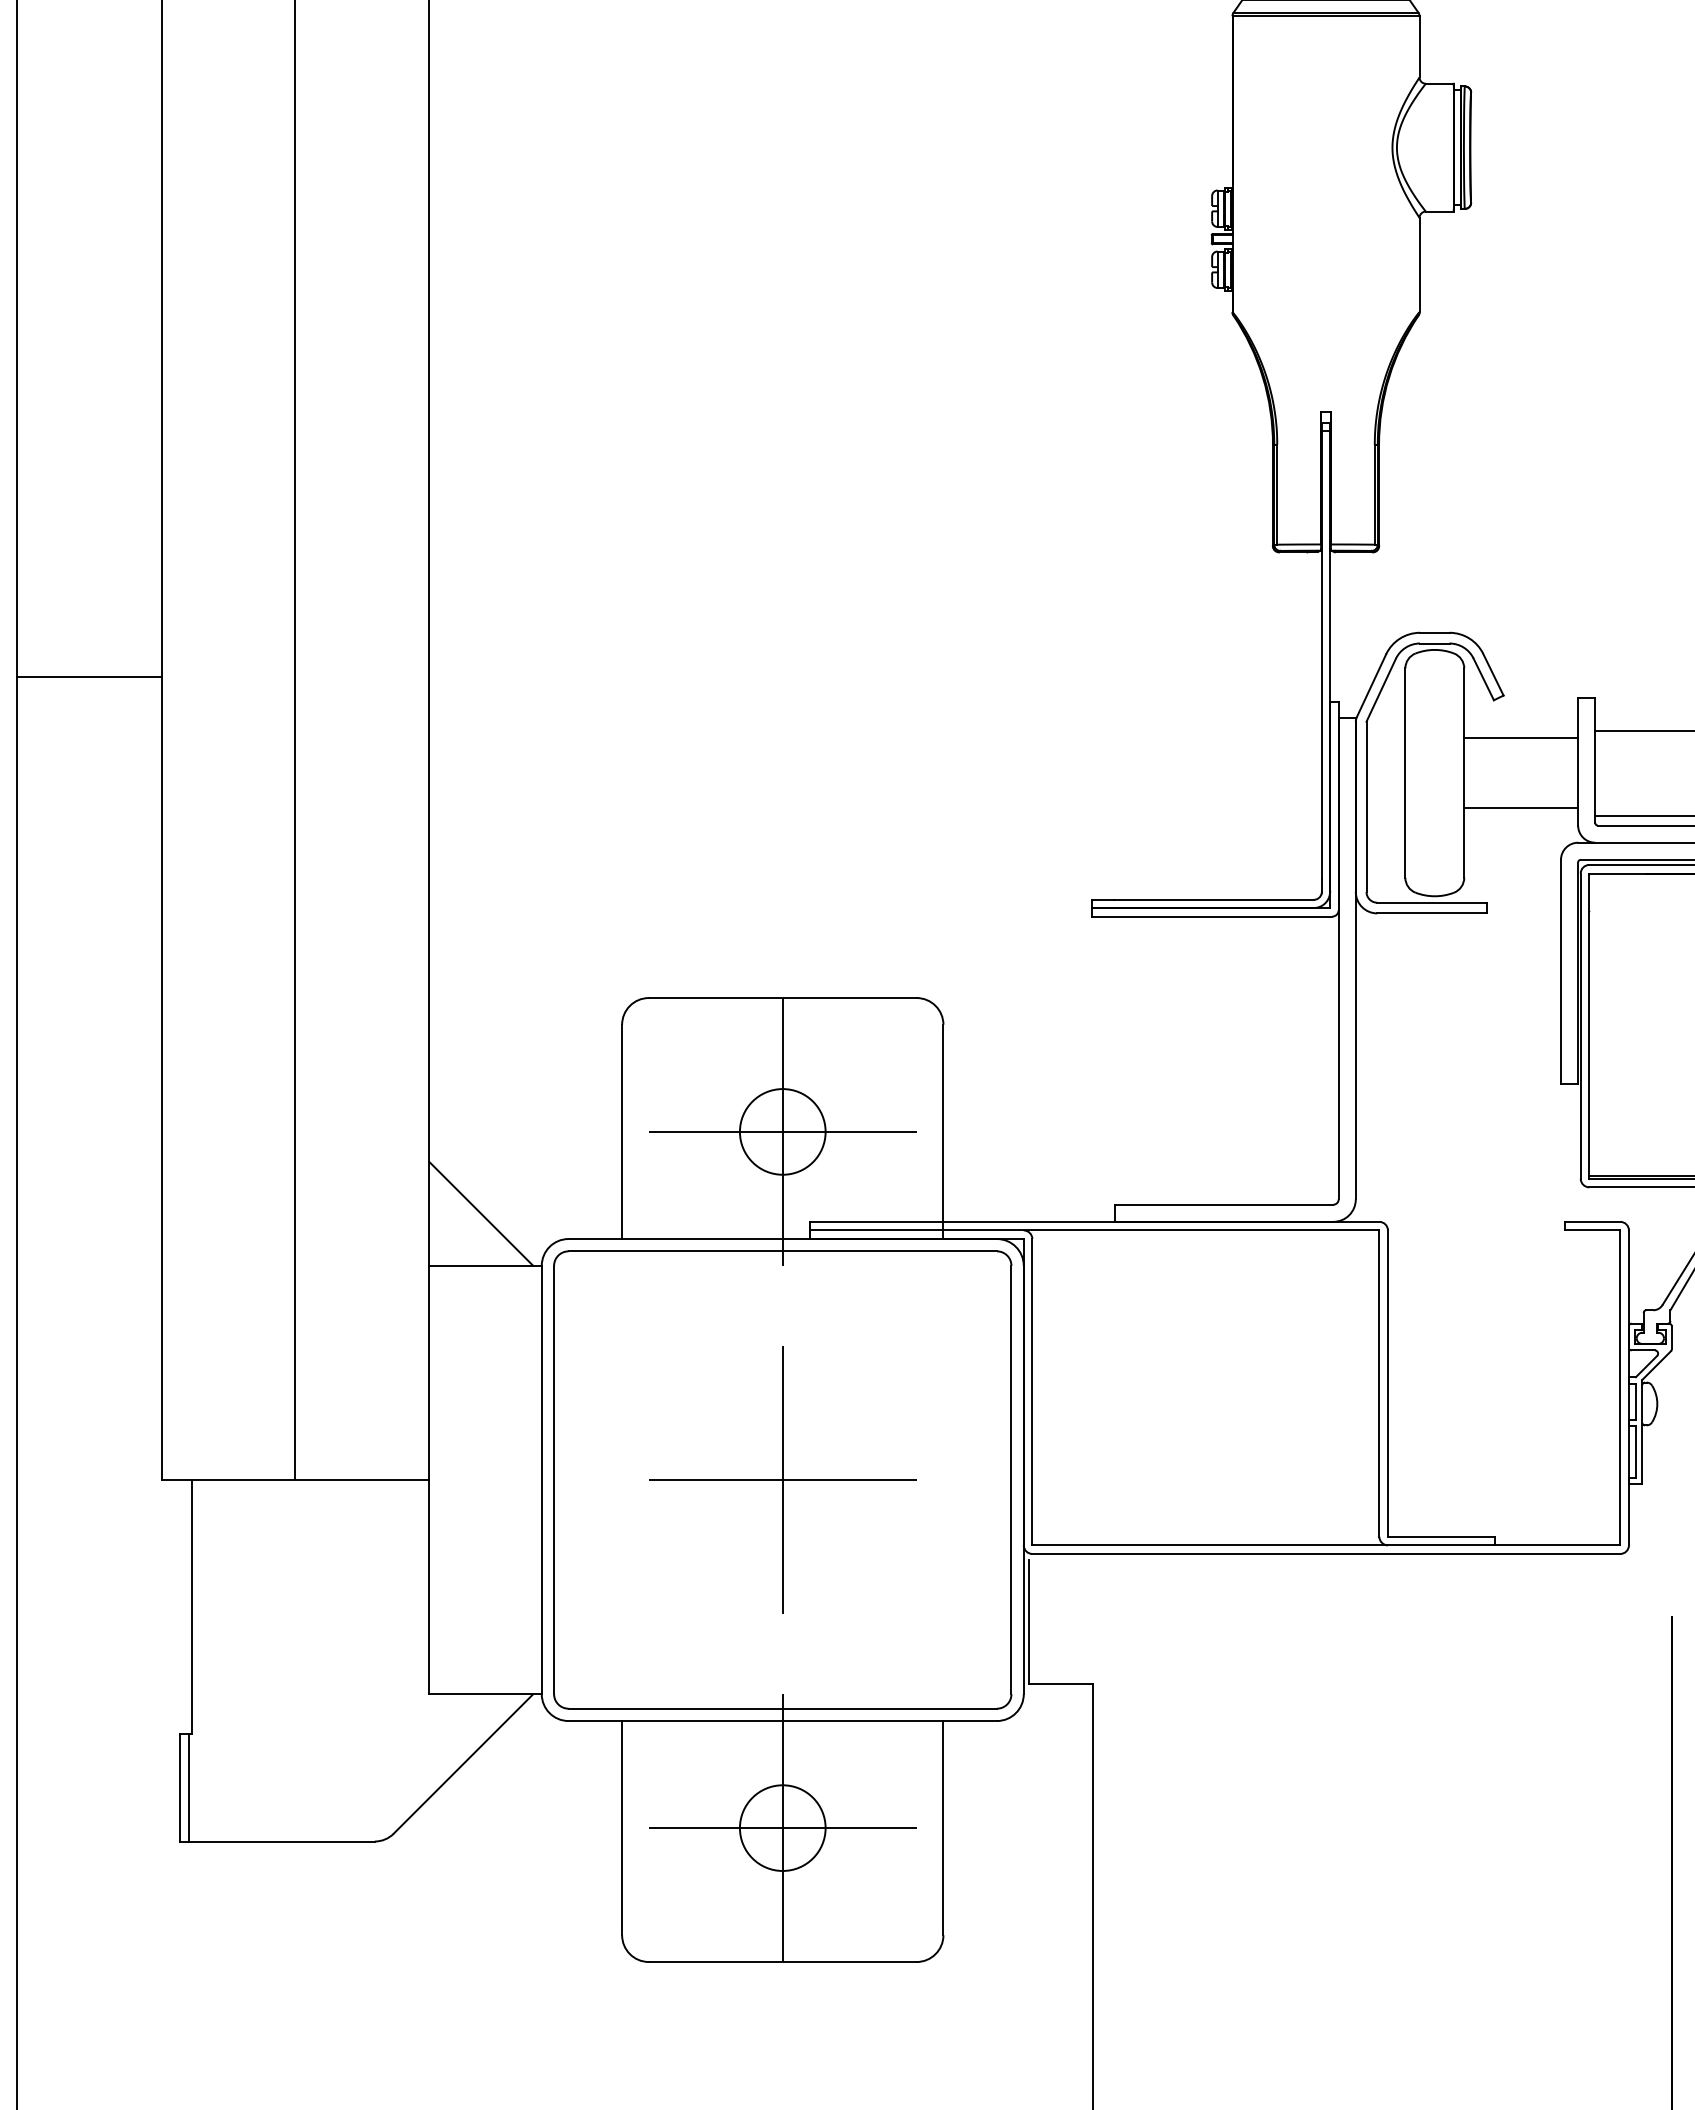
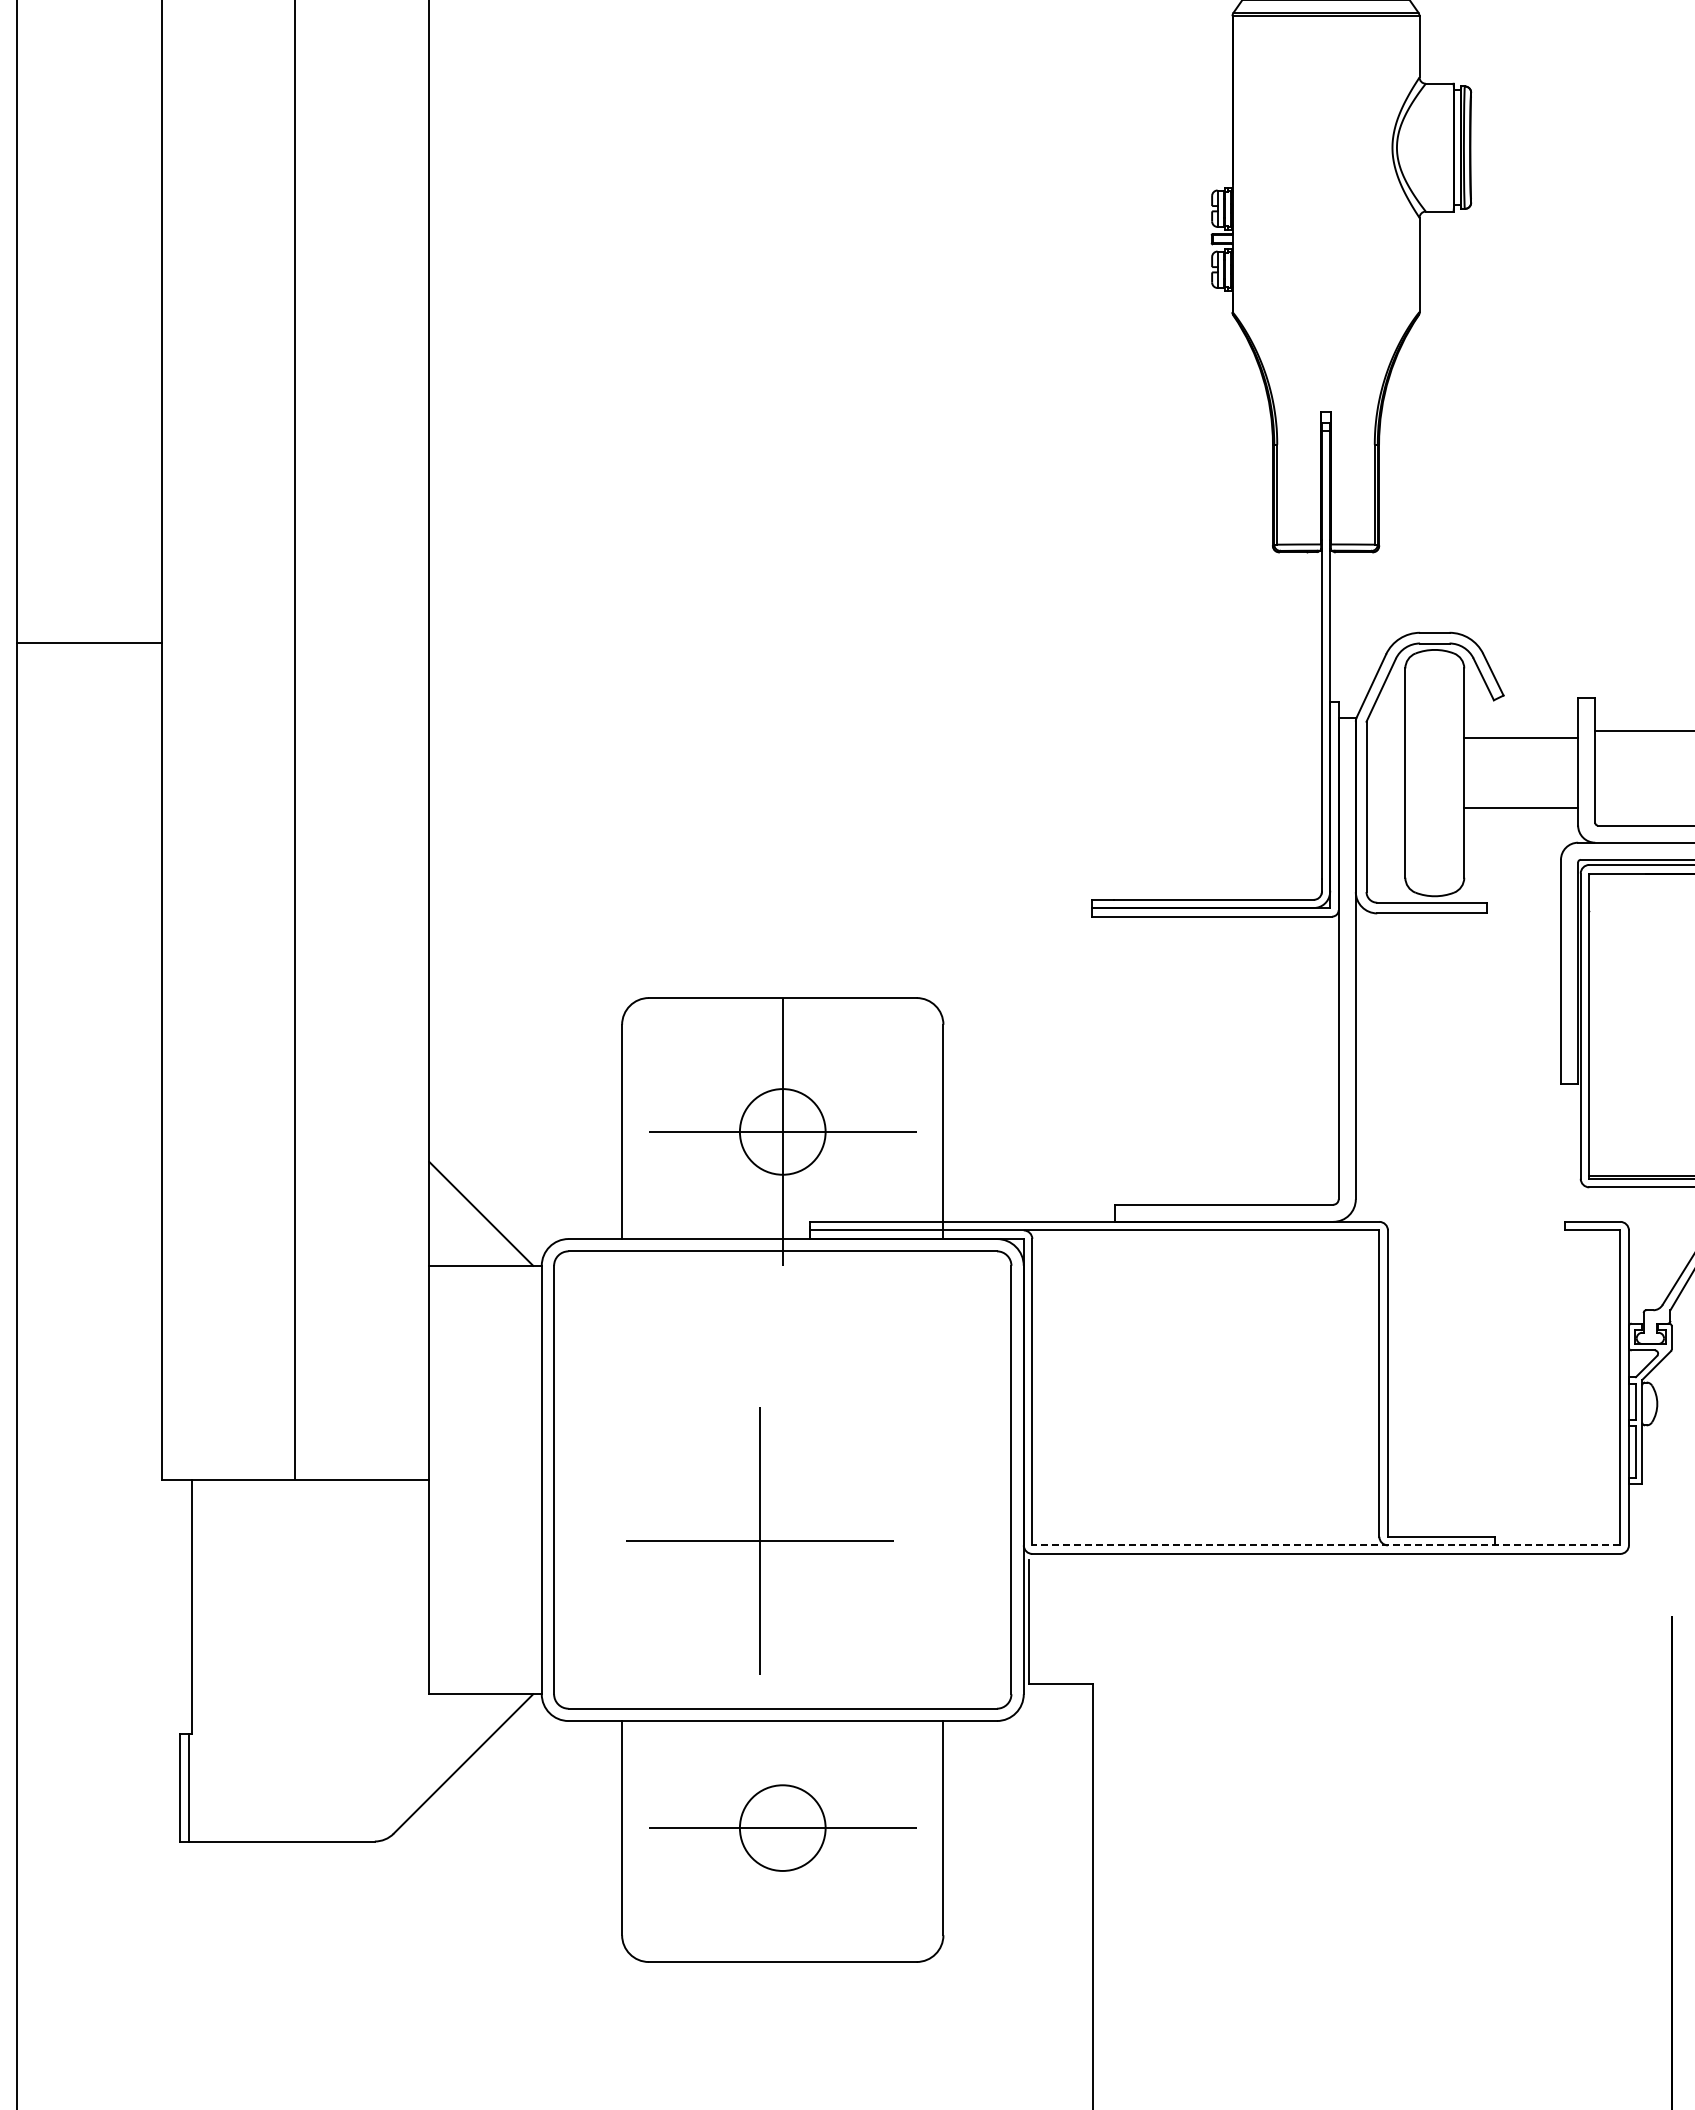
line at (88, 676) position: (88, 676) -> (88, 642)
line at (1643, 815): present -> none
part at (782, 1479) position: (782, 1479) -> (759, 1540)
line at (1325, 1545): solid -> dashed
line at (782, 1828): present -> none
